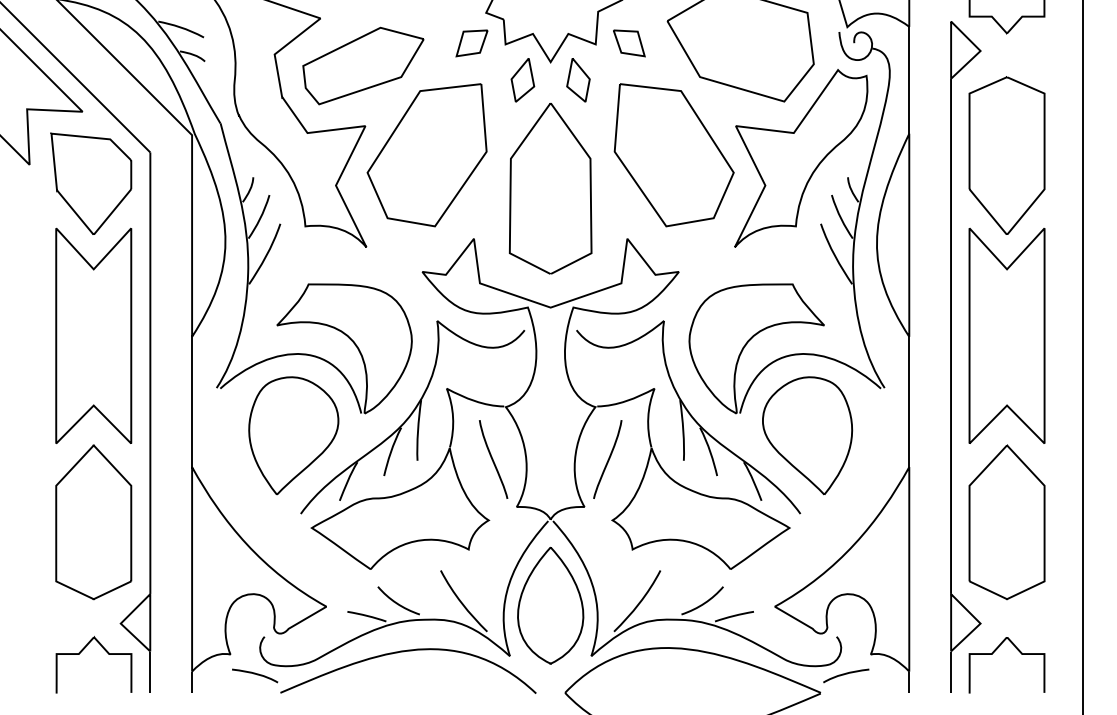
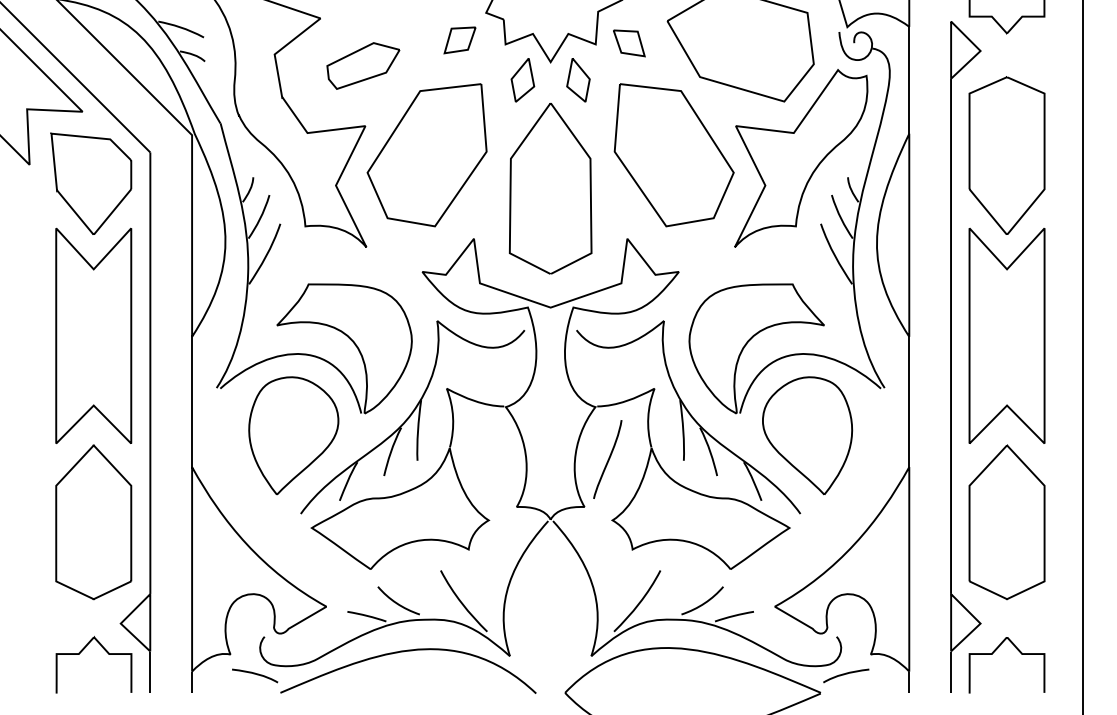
part at (471, 43) position: (471, 43) -> (459, 40)
part at (363, 65) size: 123x80 px -> 75x48 px
curve at (493, 459): present -> none
part at (550, 605): present -> none
